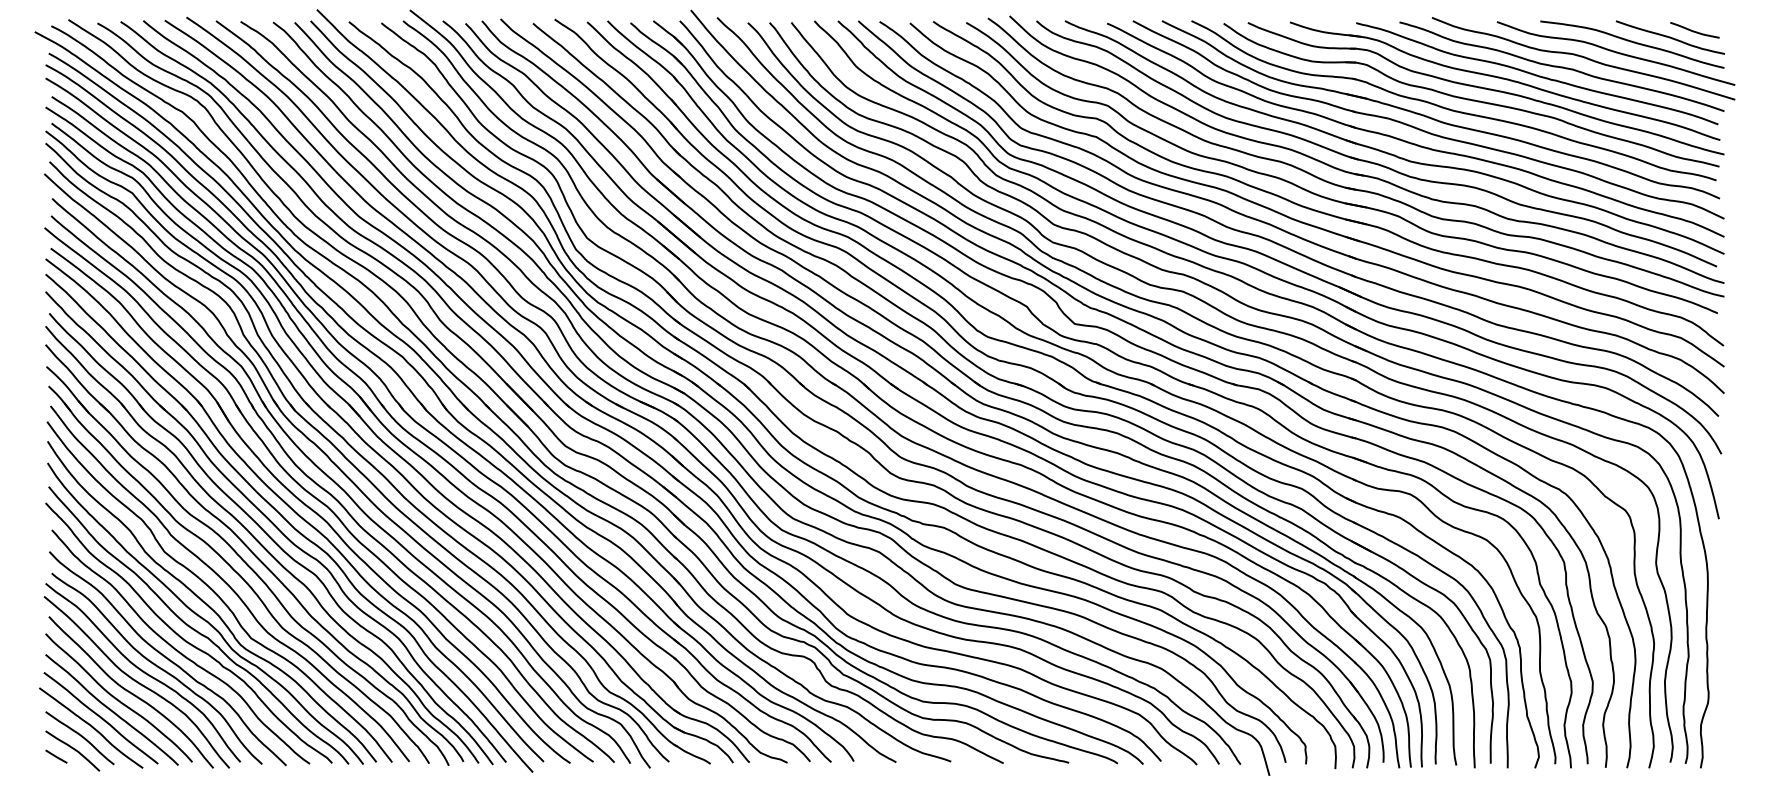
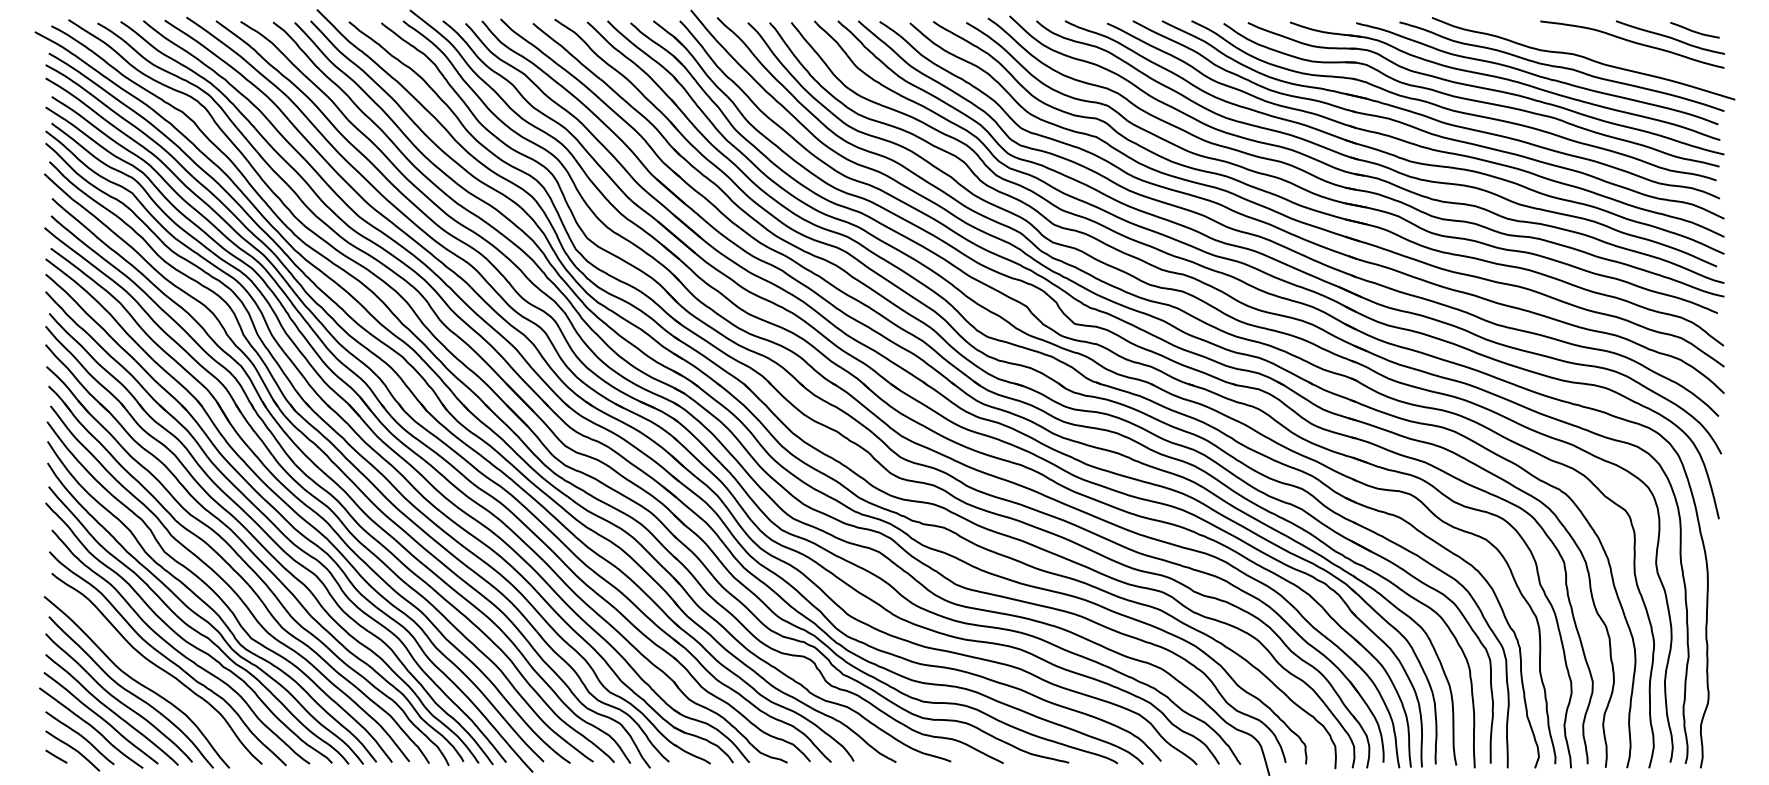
curve at (1615, 52): present -> none
curve at (142, 672): present -> none
